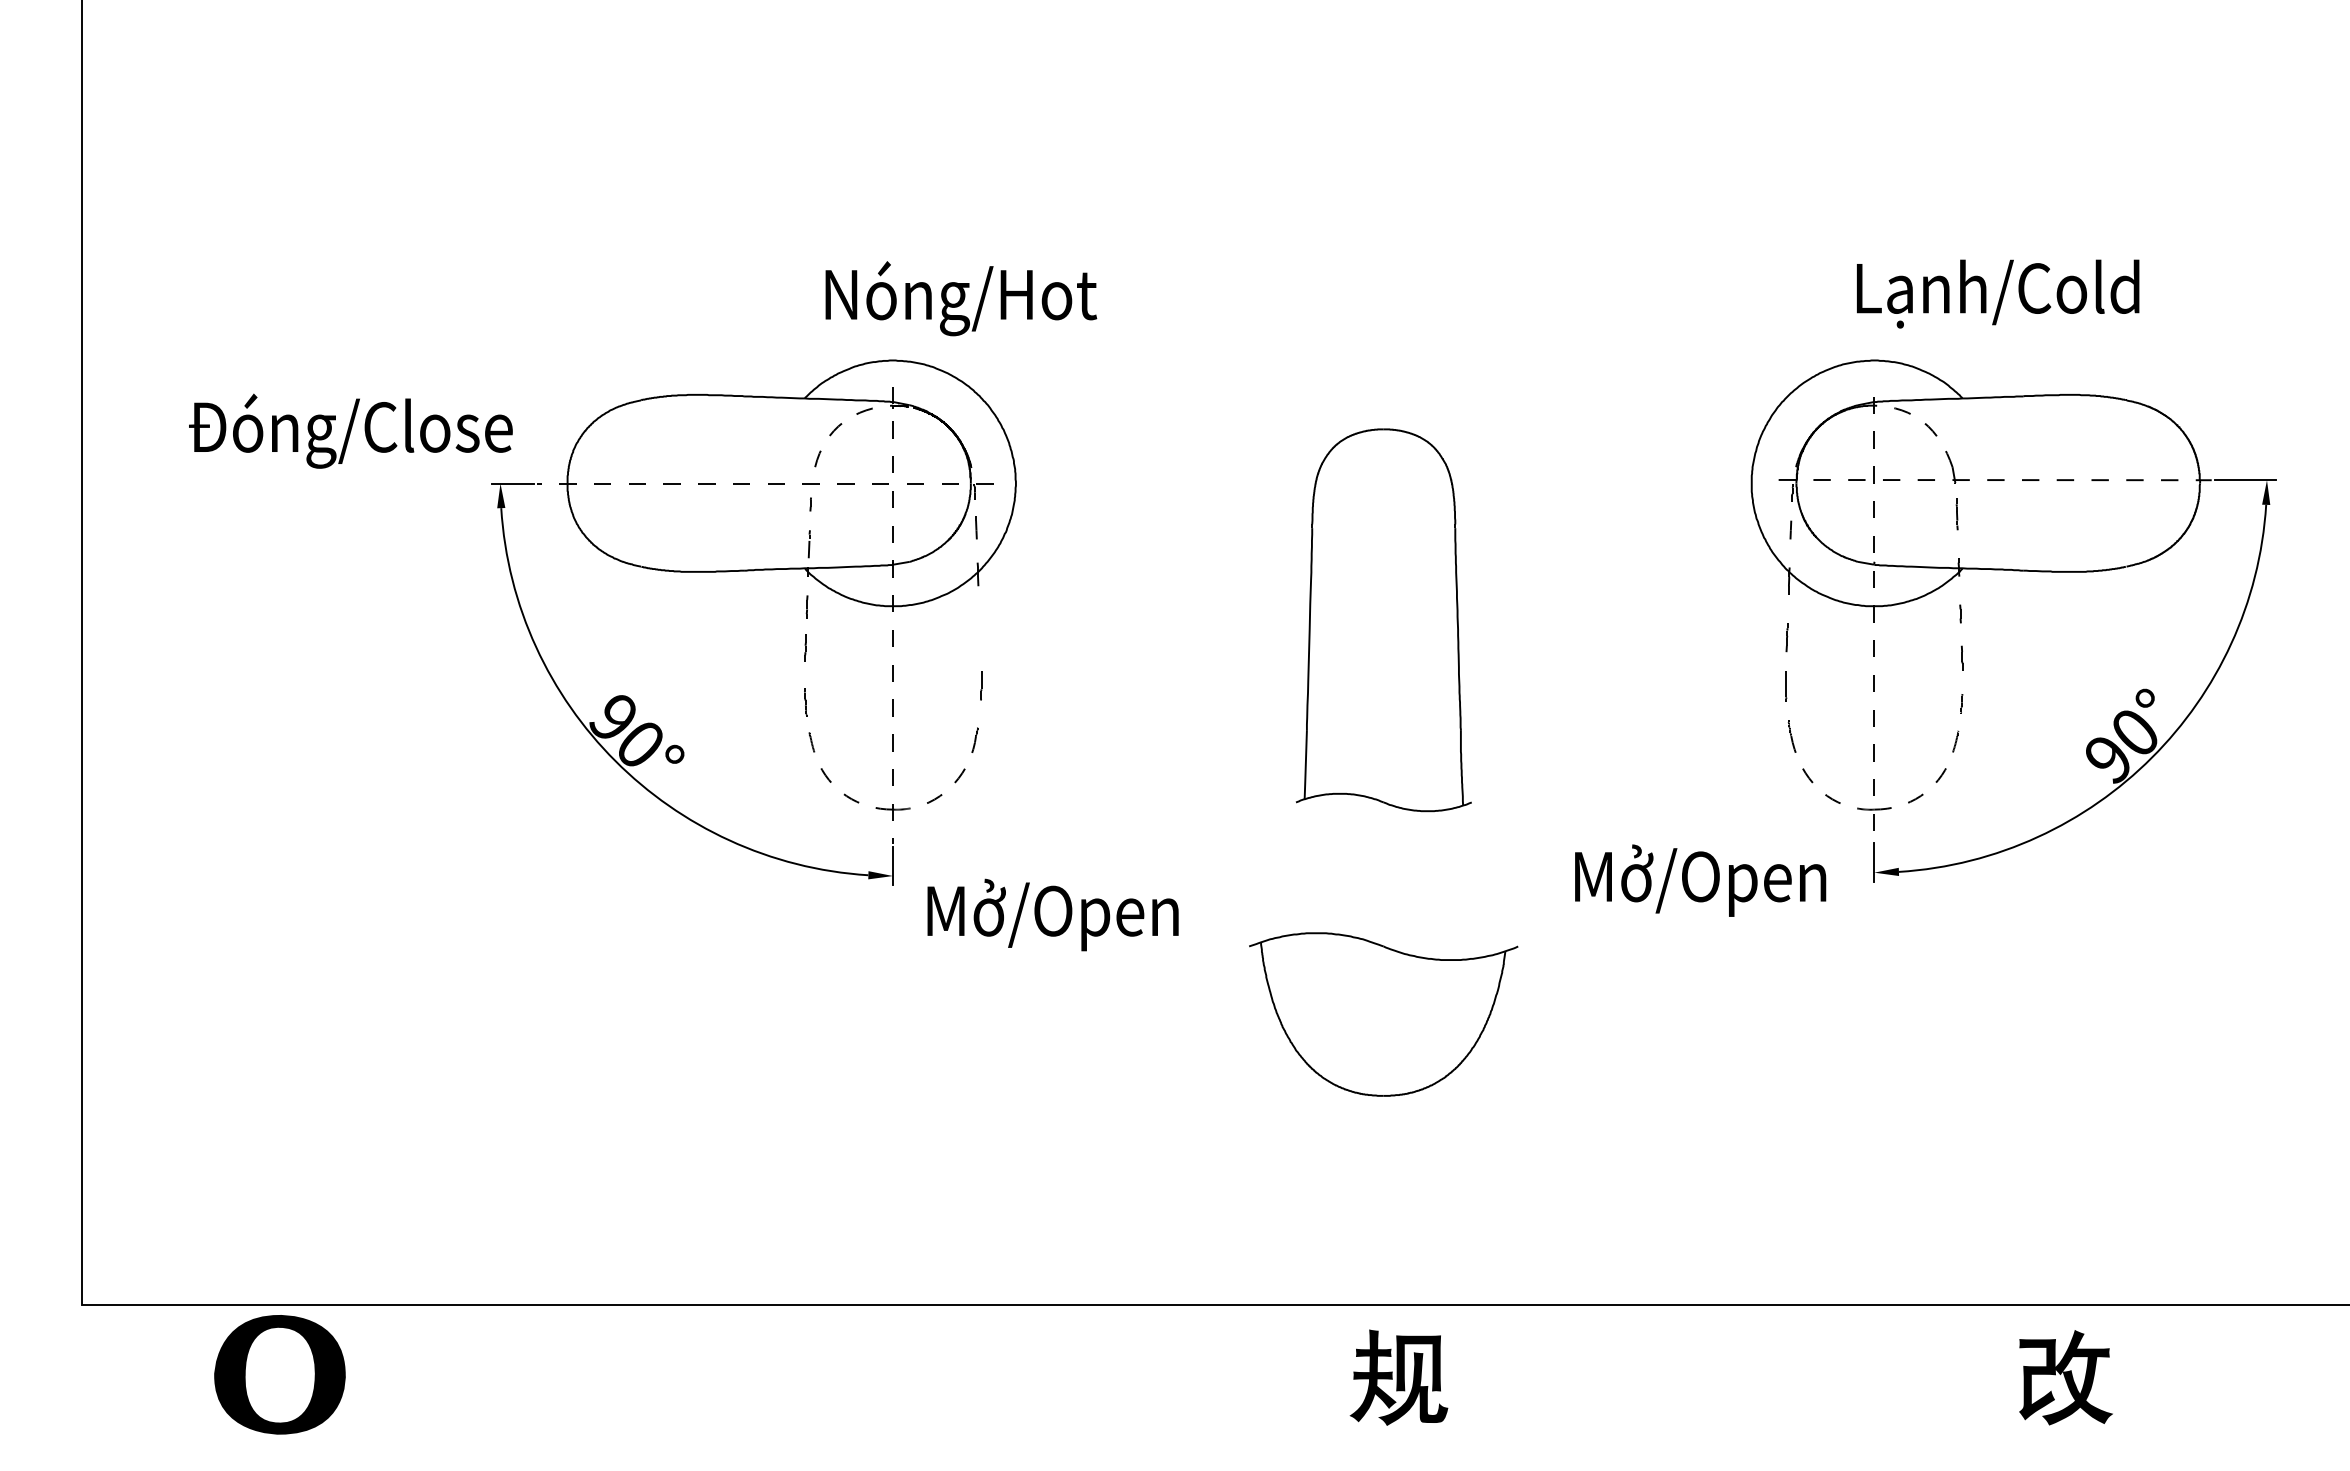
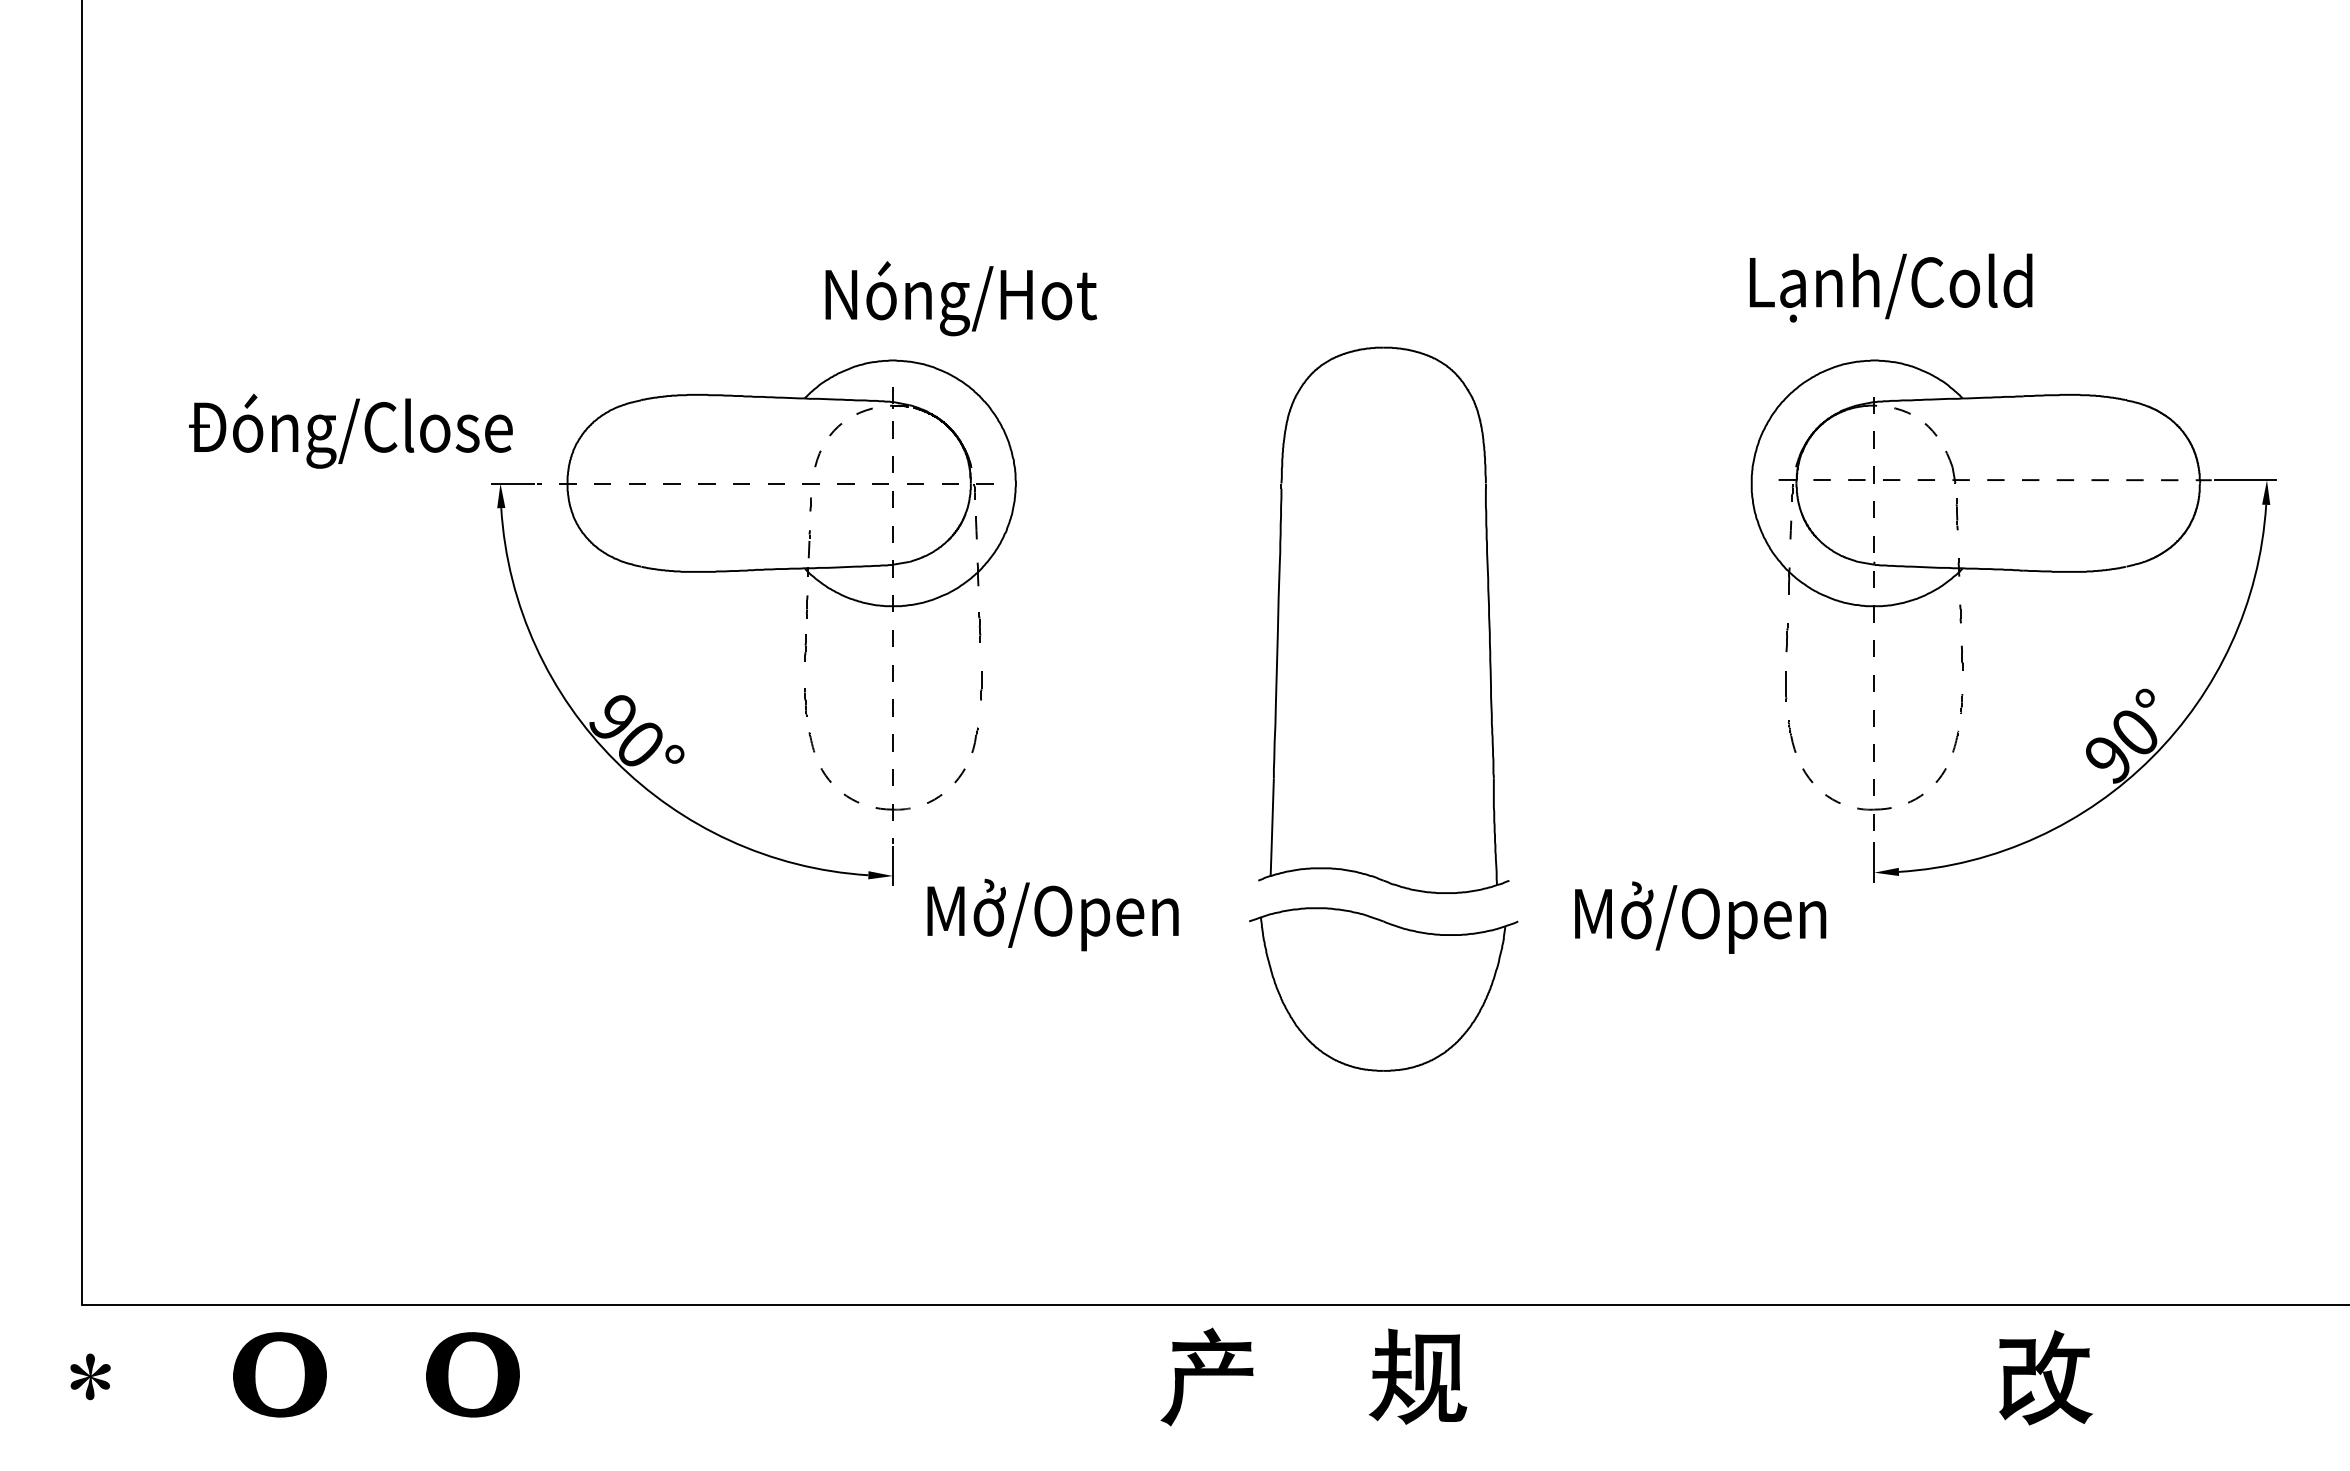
text at (1998, 293) position: (1998, 293) -> (1891, 287)
part at (1383, 620) size: 177x385 px -> 252x548 px
part at (979, 627): none -> present
text at (1700, 880) position: (1700, 880) -> (1700, 917)
part at (1383, 1014) position: (1383, 1014) -> (1383, 989)
part at (279, 1374) size: 132x120 px -> 94x86 px
part at (472, 1374): none -> present
fill at (90, 1376): none -> present
fill at (1206, 1376): none -> present
part at (1398, 1377) position: (1398, 1377) -> (1417, 1376)
part at (2065, 1377) position: (2065, 1377) -> (2045, 1377)
